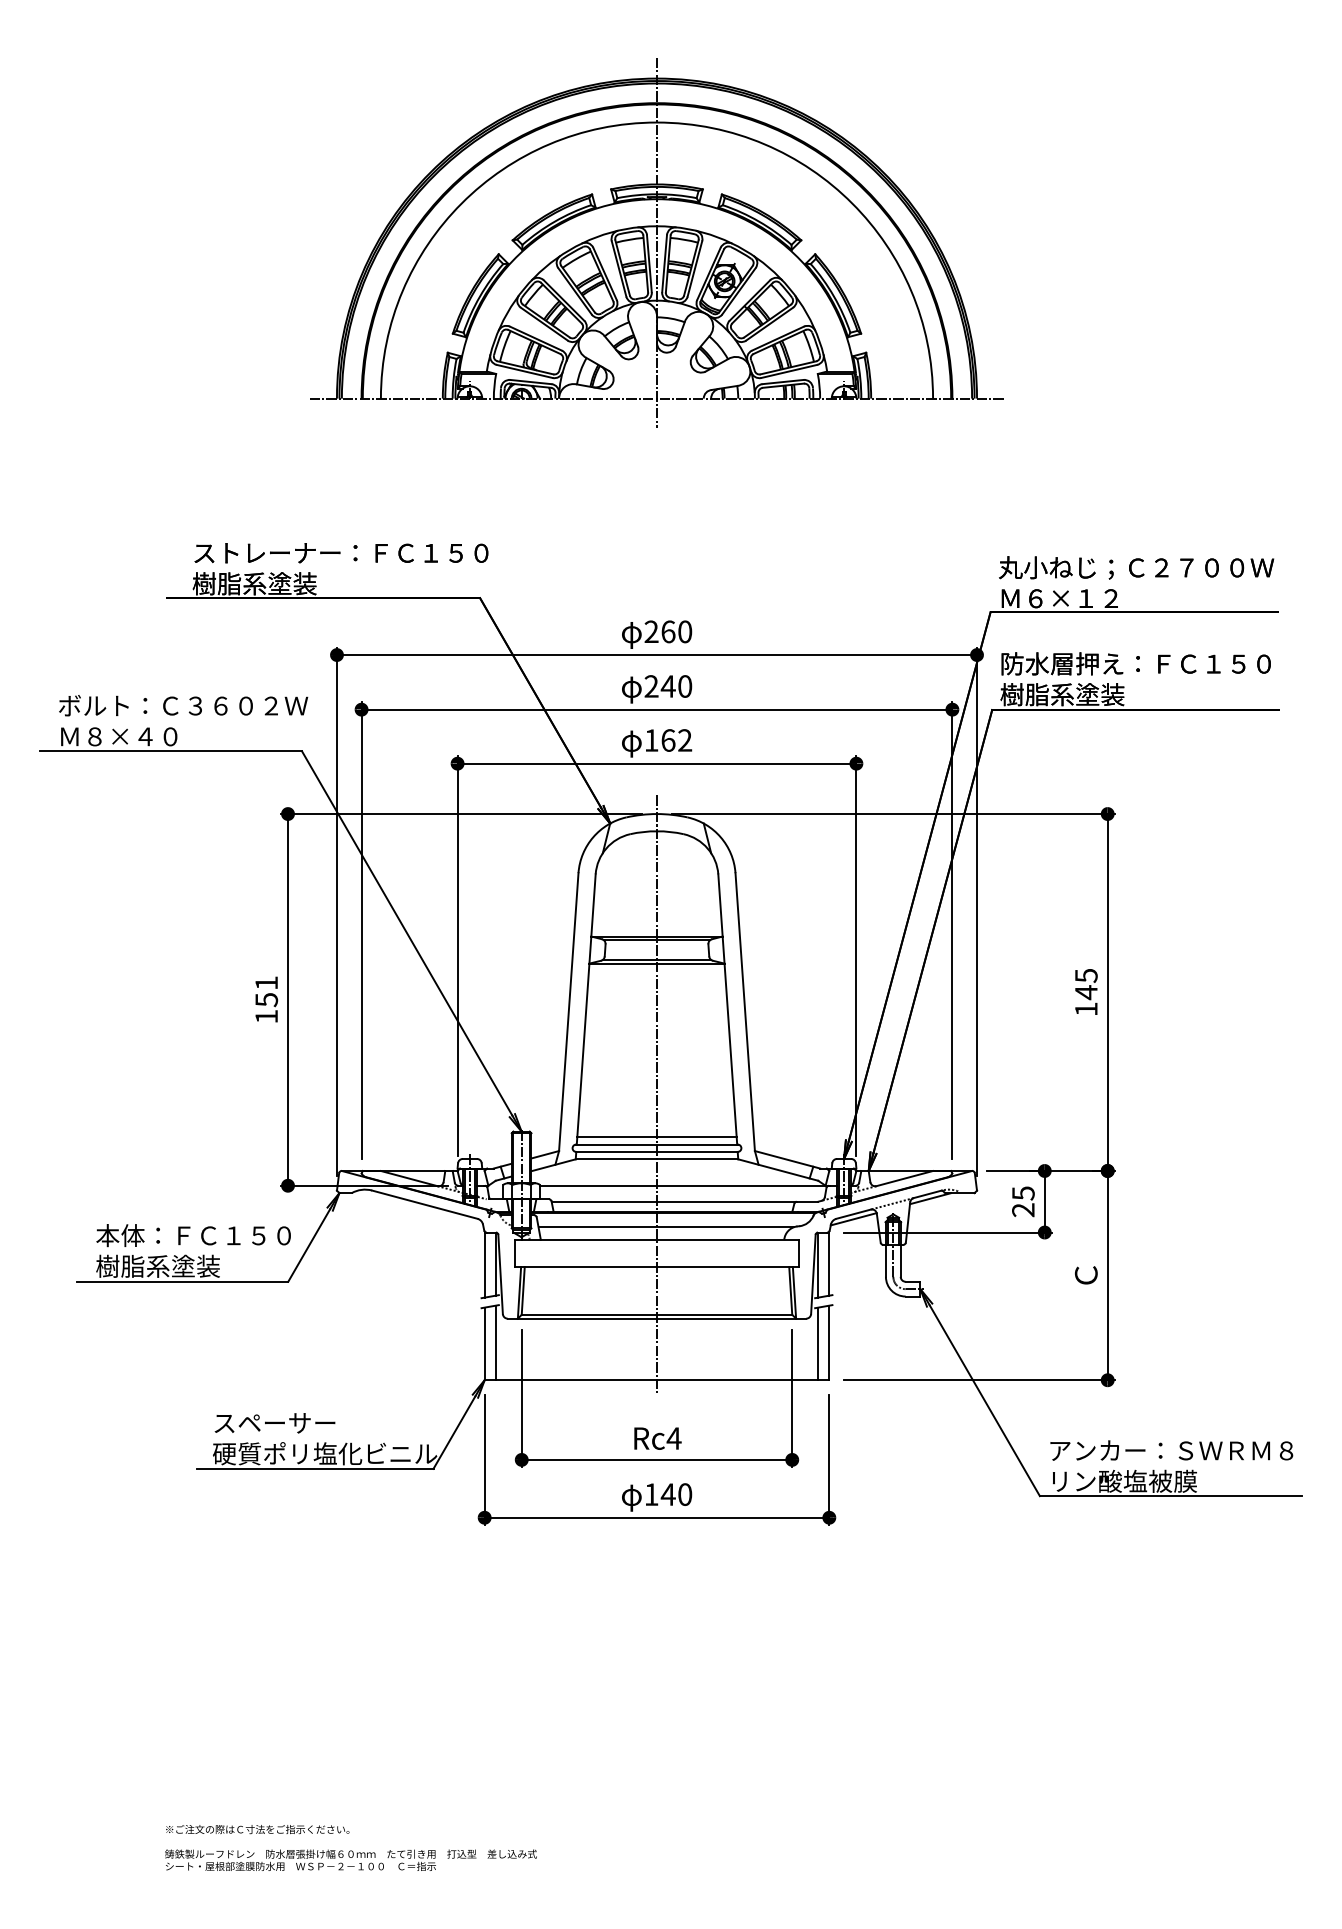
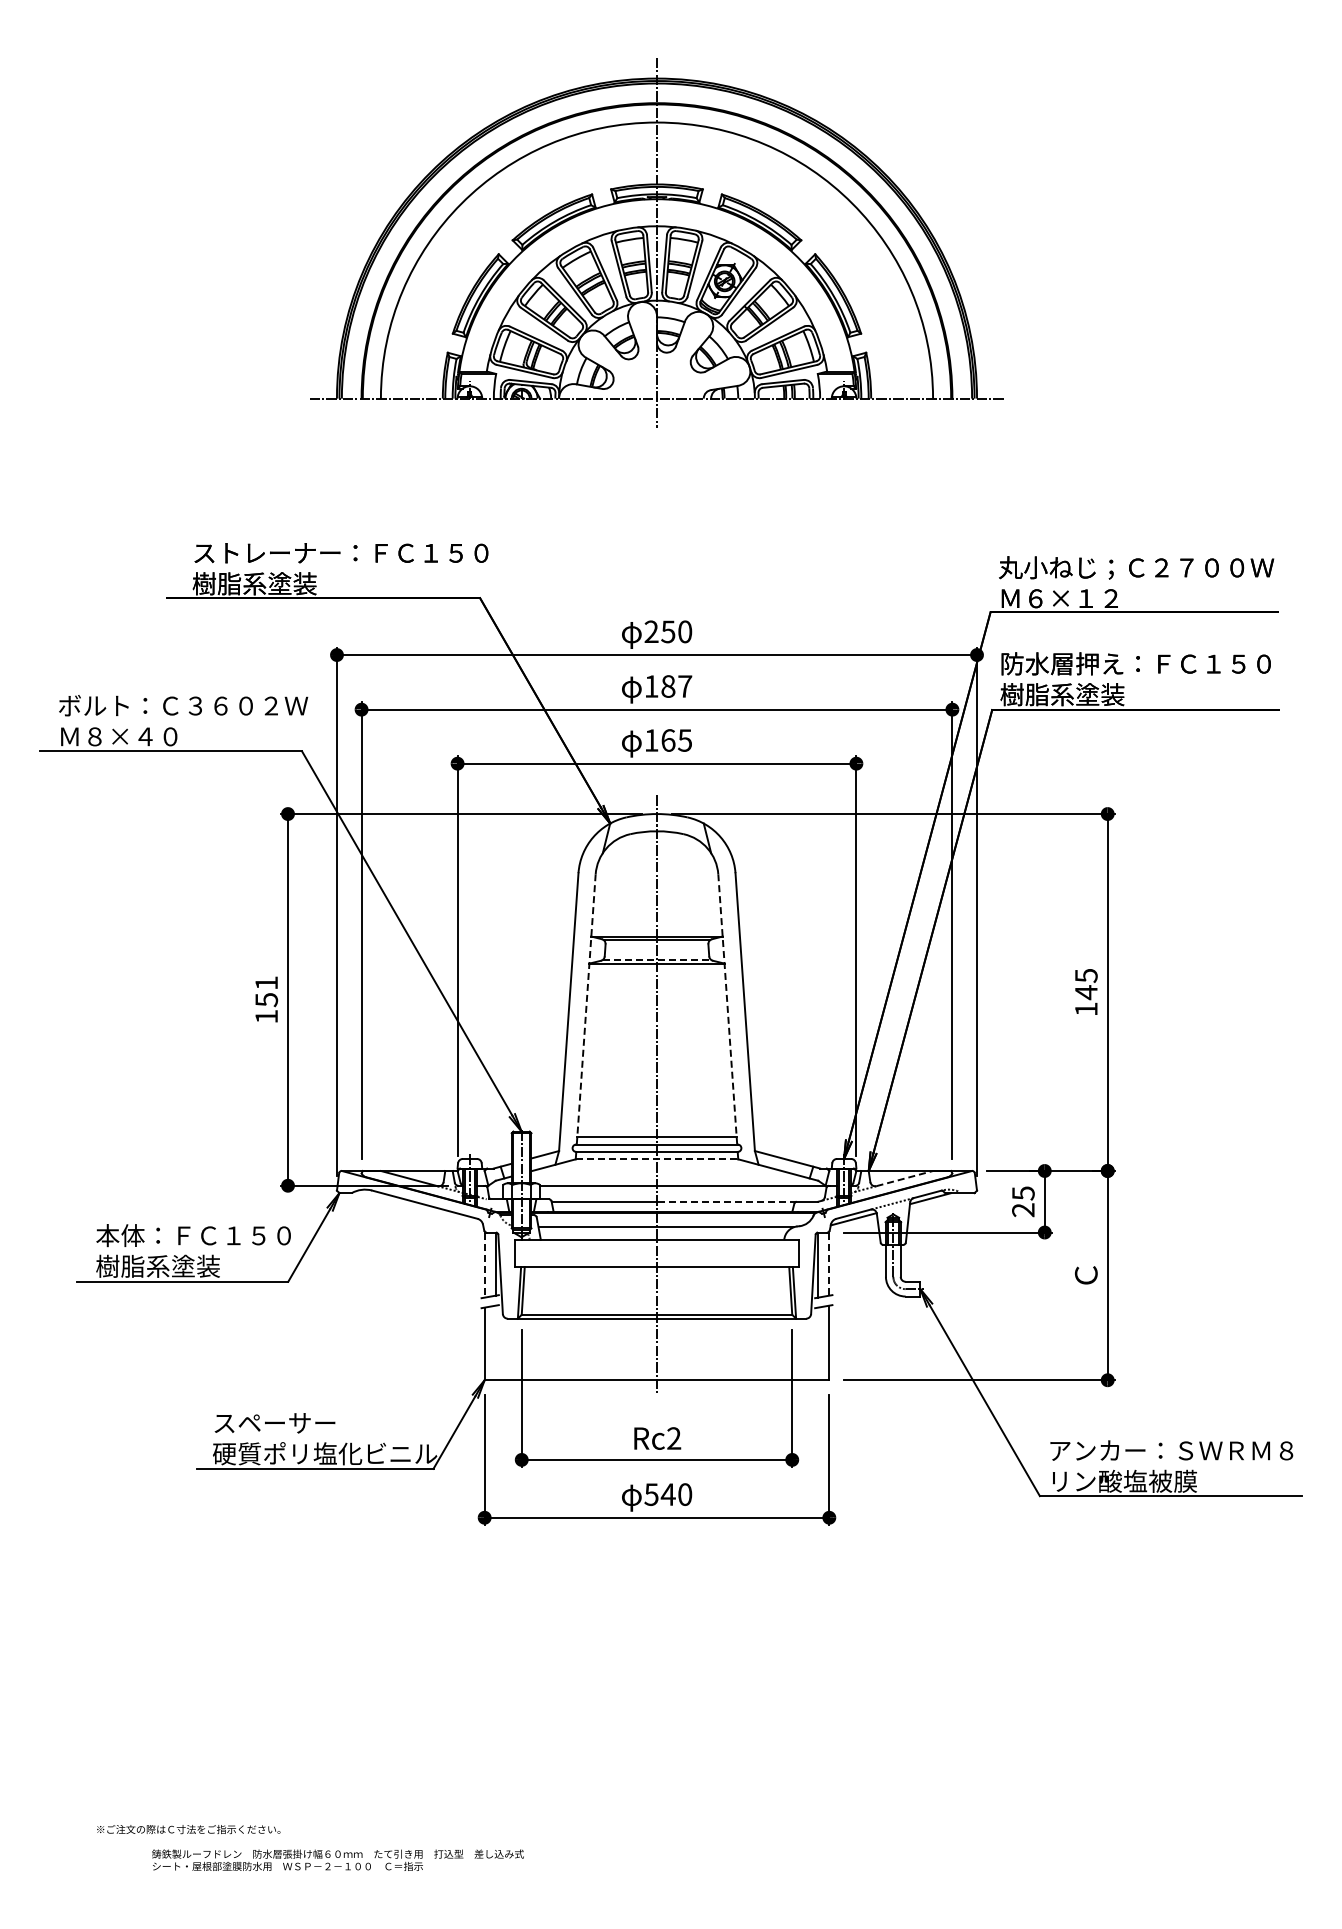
text at (668, 631): 260 -> 250
text at (668, 686): 240 -> 187
text at (685, 740): 162 -> 165
line at (657, 959): solid -> dashed
line at (586, 1008): solid -> dashed
line at (727, 1008): solid -> dashed
line at (657, 1159): solid -> dashed
line at (905, 1178): solid -> dashed
line at (726, 1201): solid -> dashed
line at (829, 1264): solid -> dashed
line at (484, 1265): solid -> dashed
line at (495, 1342): present -> none
line at (818, 1343): present -> none
text at (673, 1438): Rc4 -> Rc2
text at (651, 1494): 140 -> 540
text at (257, 1829) position: (257, 1829) -> (188, 1829)
text at (350, 1859) position: (350, 1859) -> (337, 1859)
